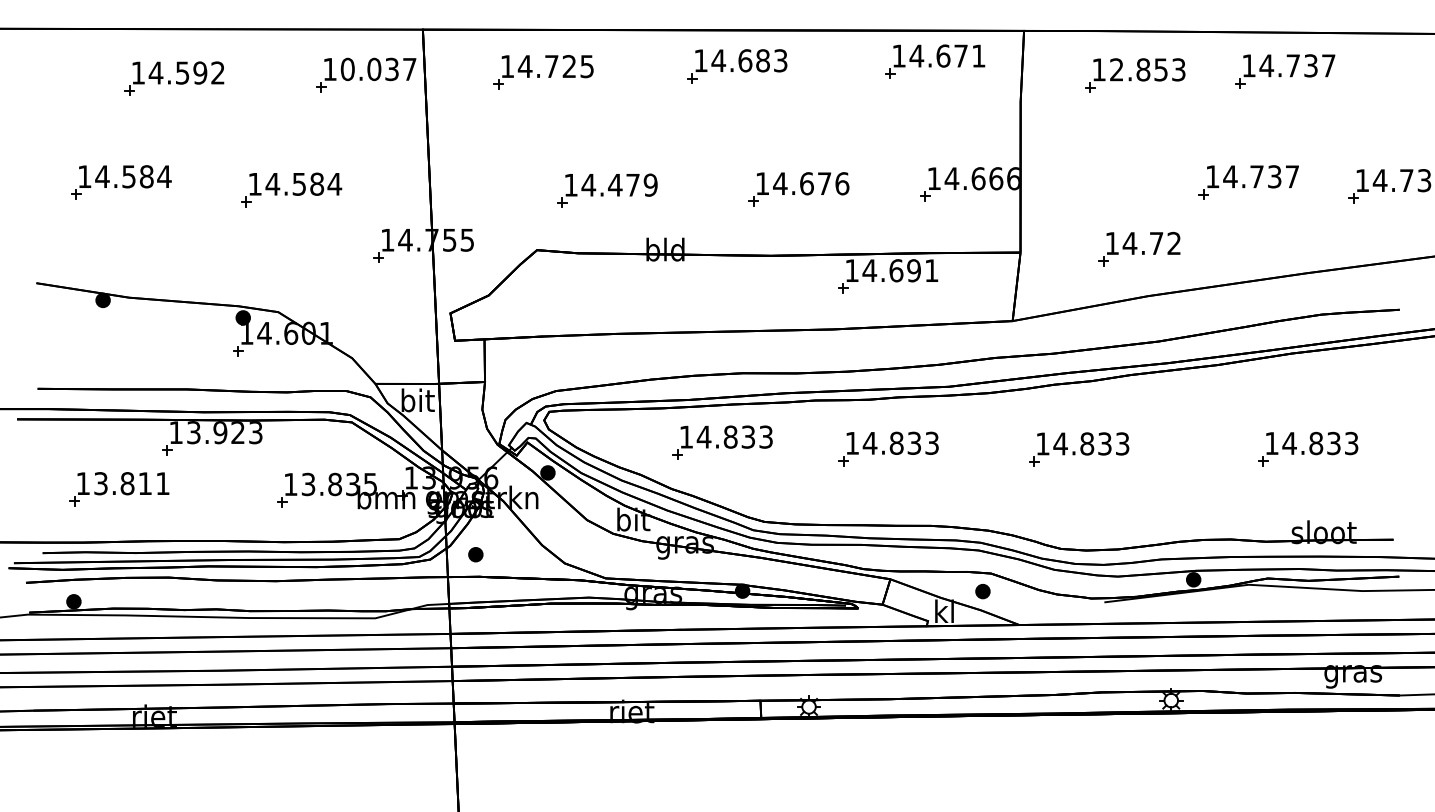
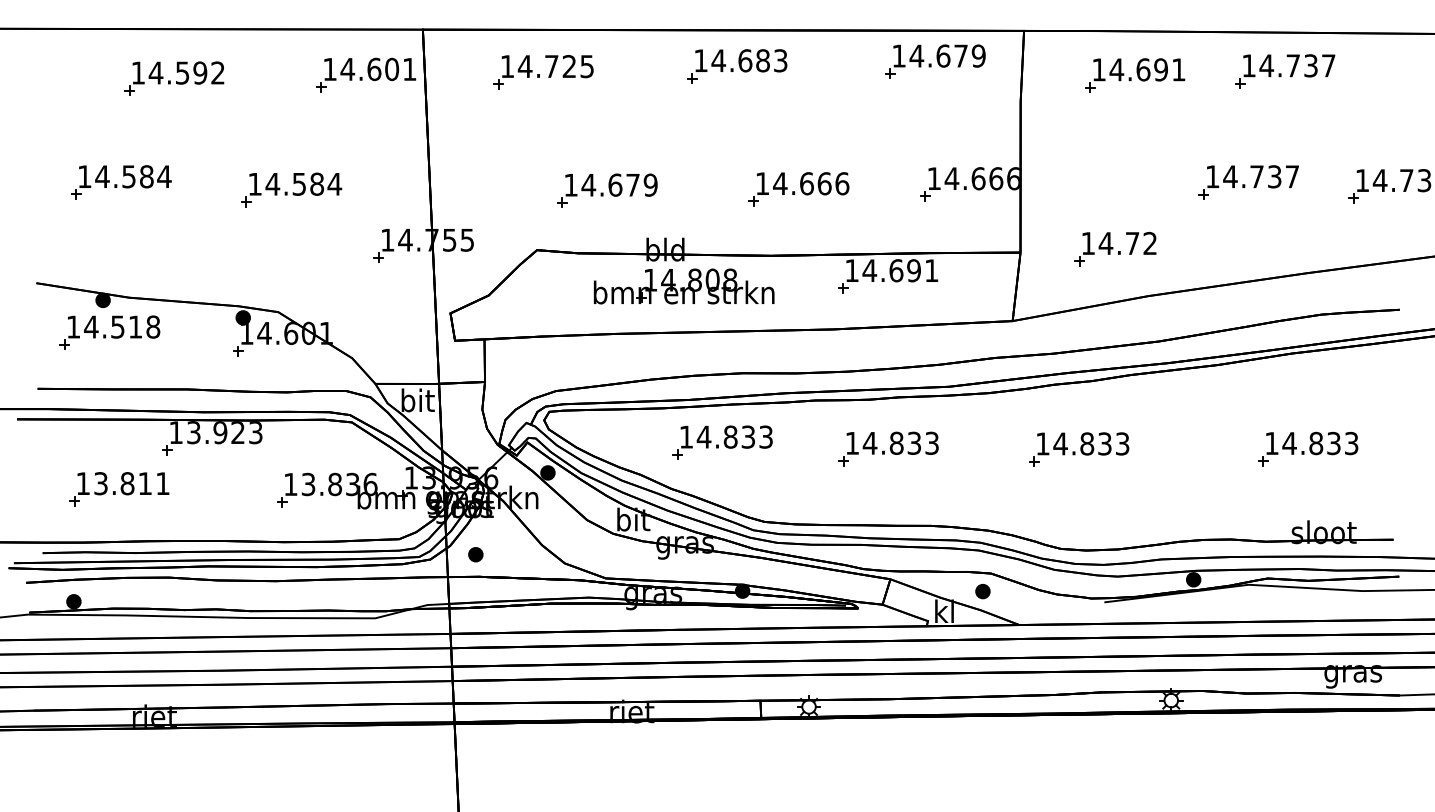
text at (978, 55): 14.671 -> 14.679
text at (378, 69): 10.037 -> 14.601
text at (1147, 69): 12.853 -> 14.691
text at (824, 183): 14.676 -> 14.666
text at (615, 184): 14.479 -> 14.679
part at (1139, 248) position: (1139, 248) -> (1115, 248)
part at (683, 286): none -> present
part at (109, 332): none -> present
text at (370, 484): 13.835 -> 13.836
